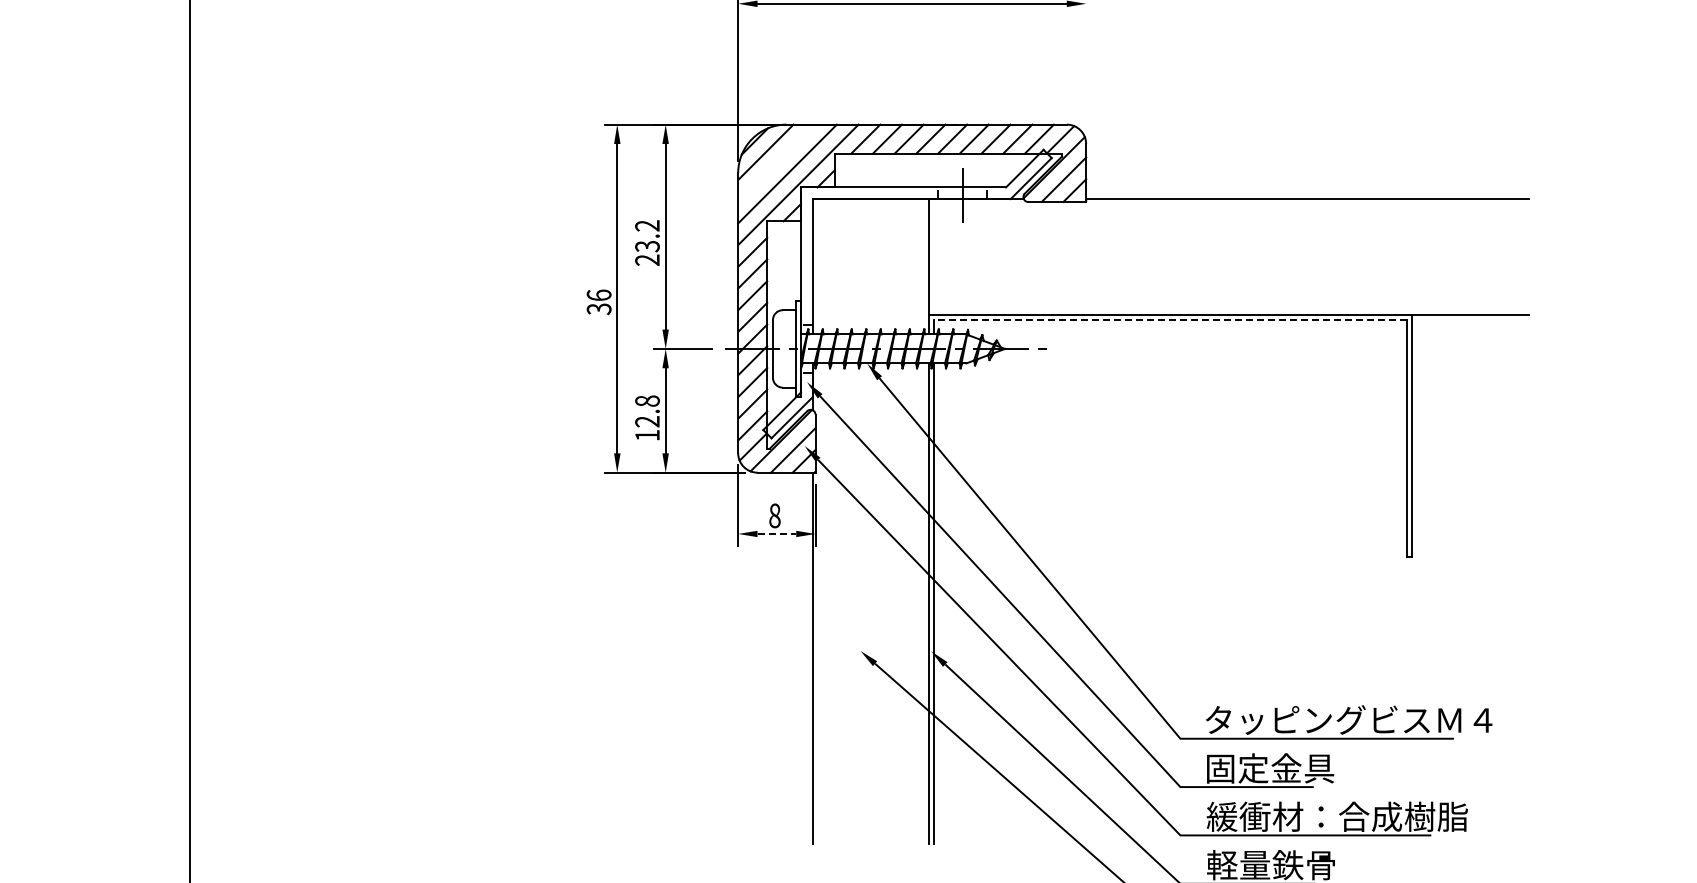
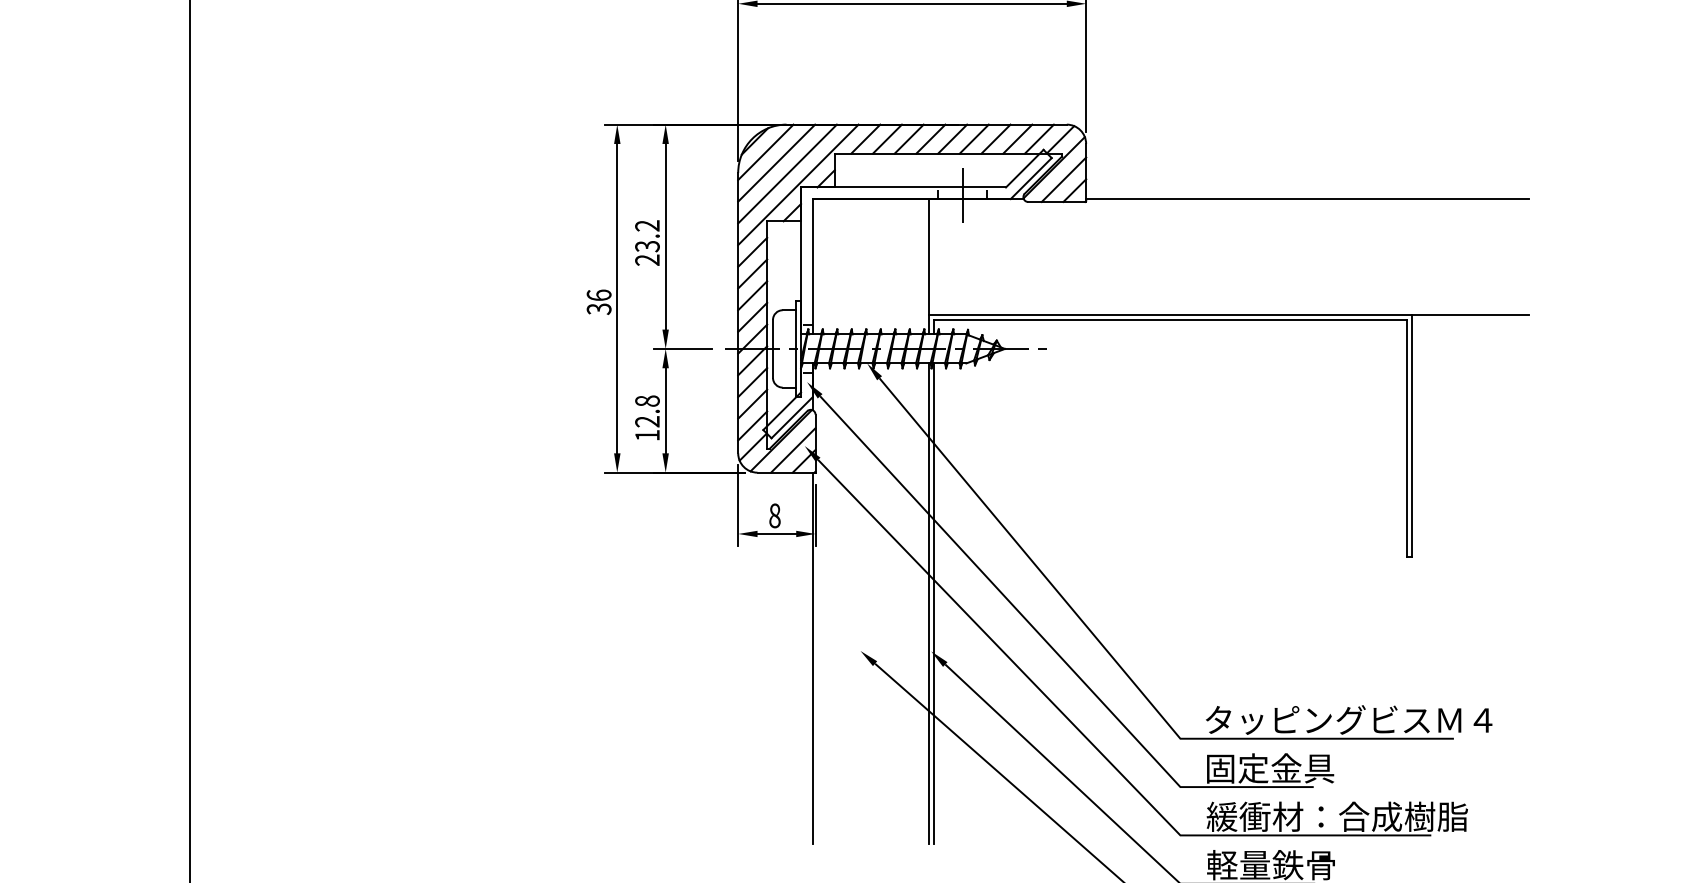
line at (1086, 66): none -> present
line at (776, 162): none -> present
line at (1170, 319): dashed -> solid
line at (777, 533): dashed -> solid
